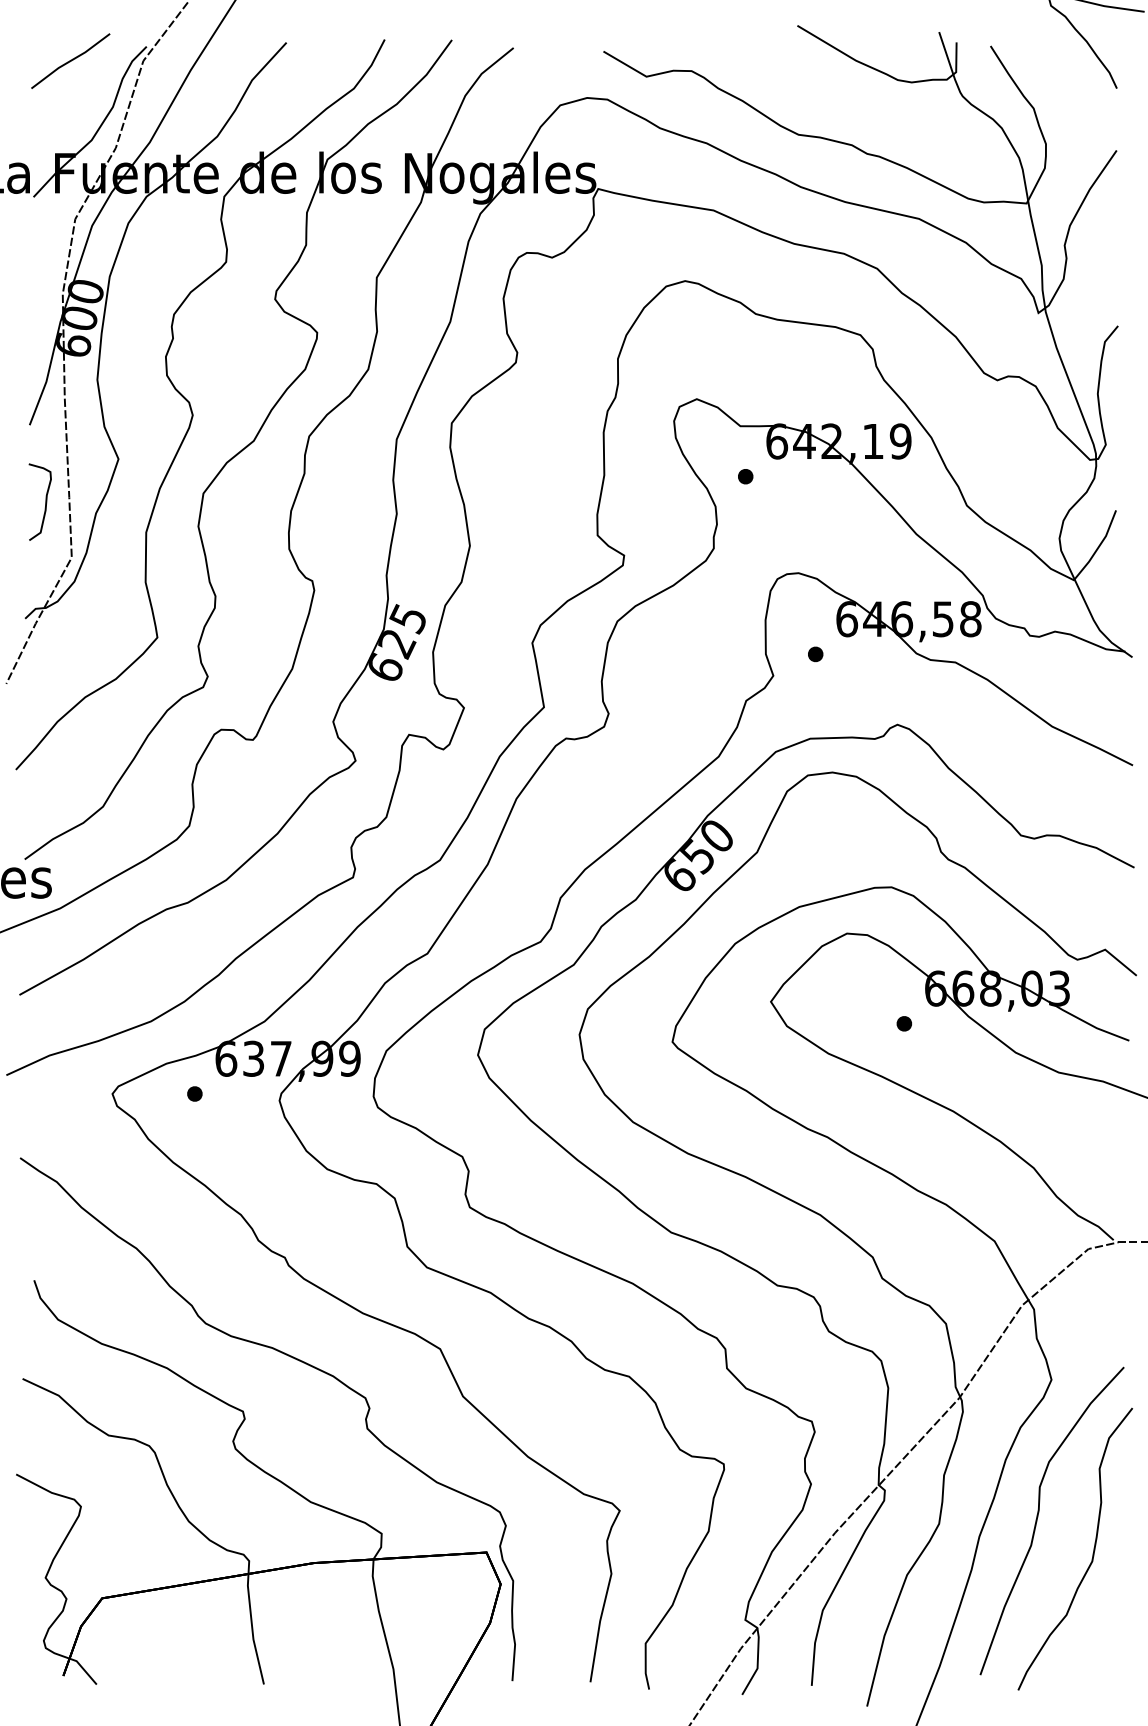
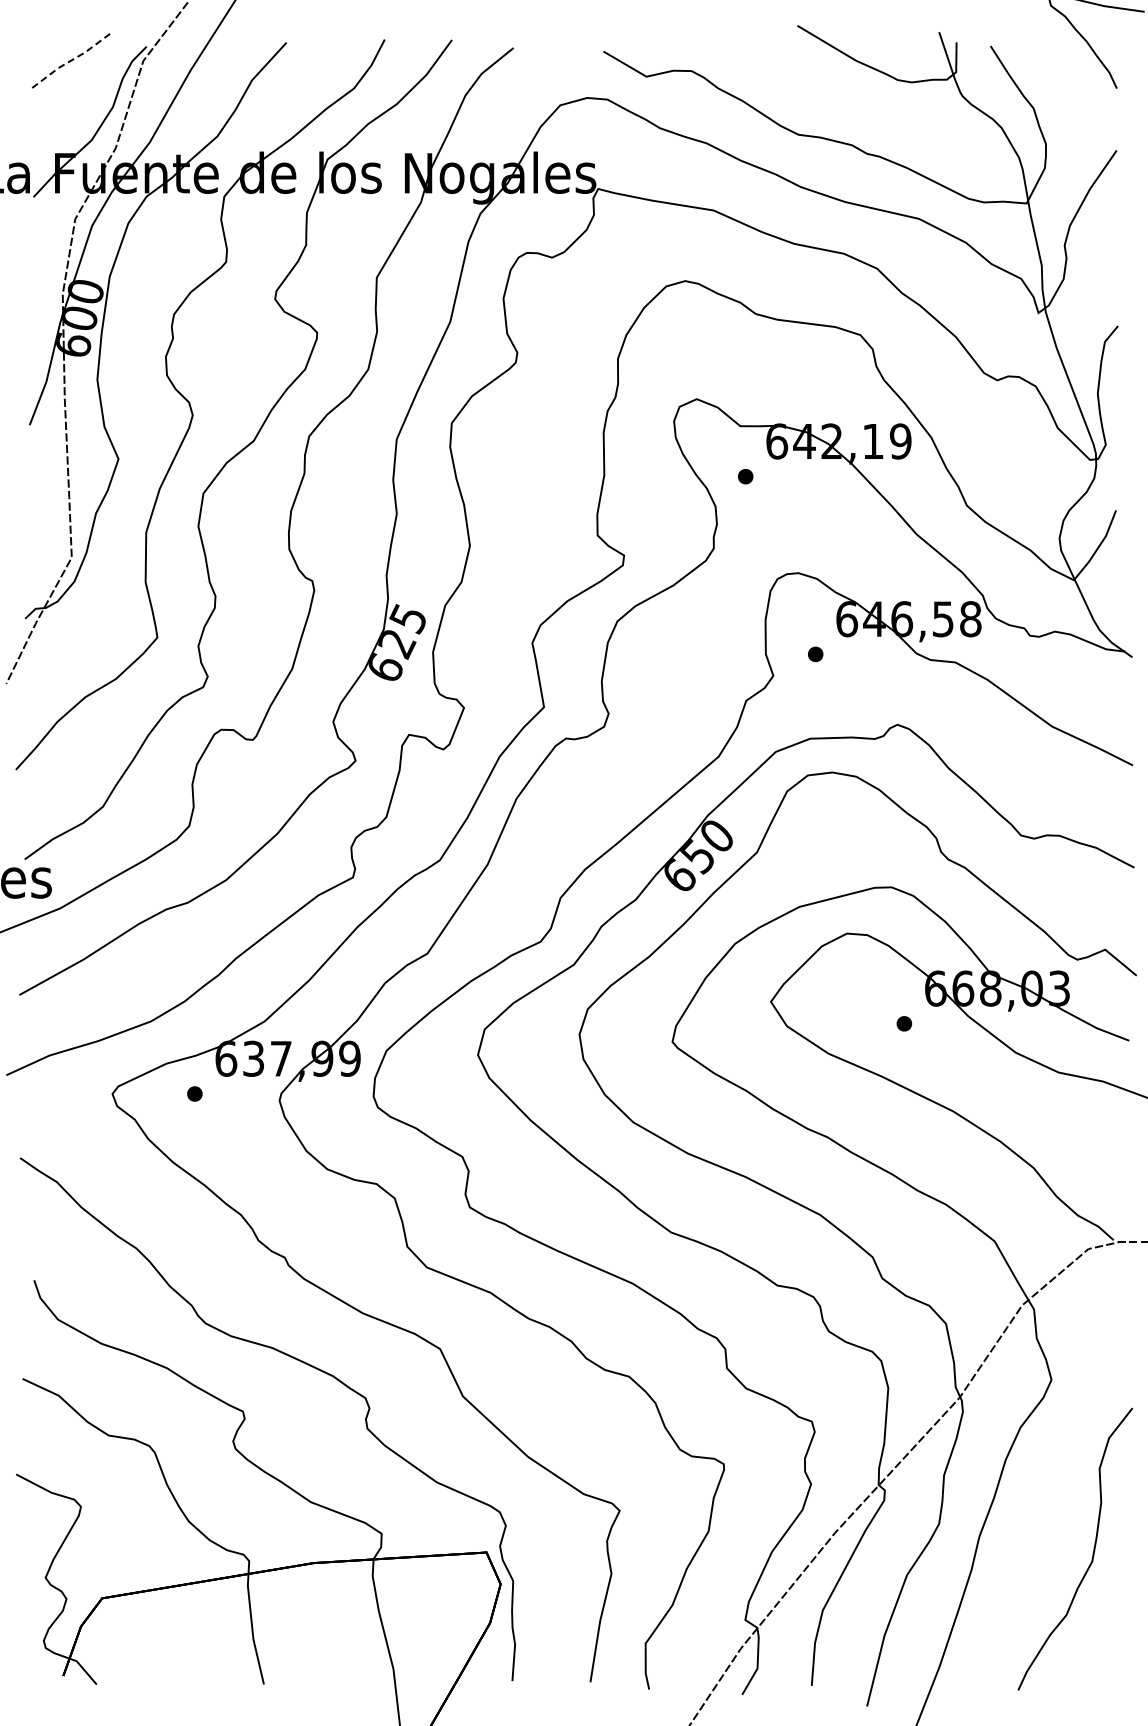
line at (70, 61): solid -> dashed
curve at (45, 501): present -> none
curve at (1038, 1517): present -> none
